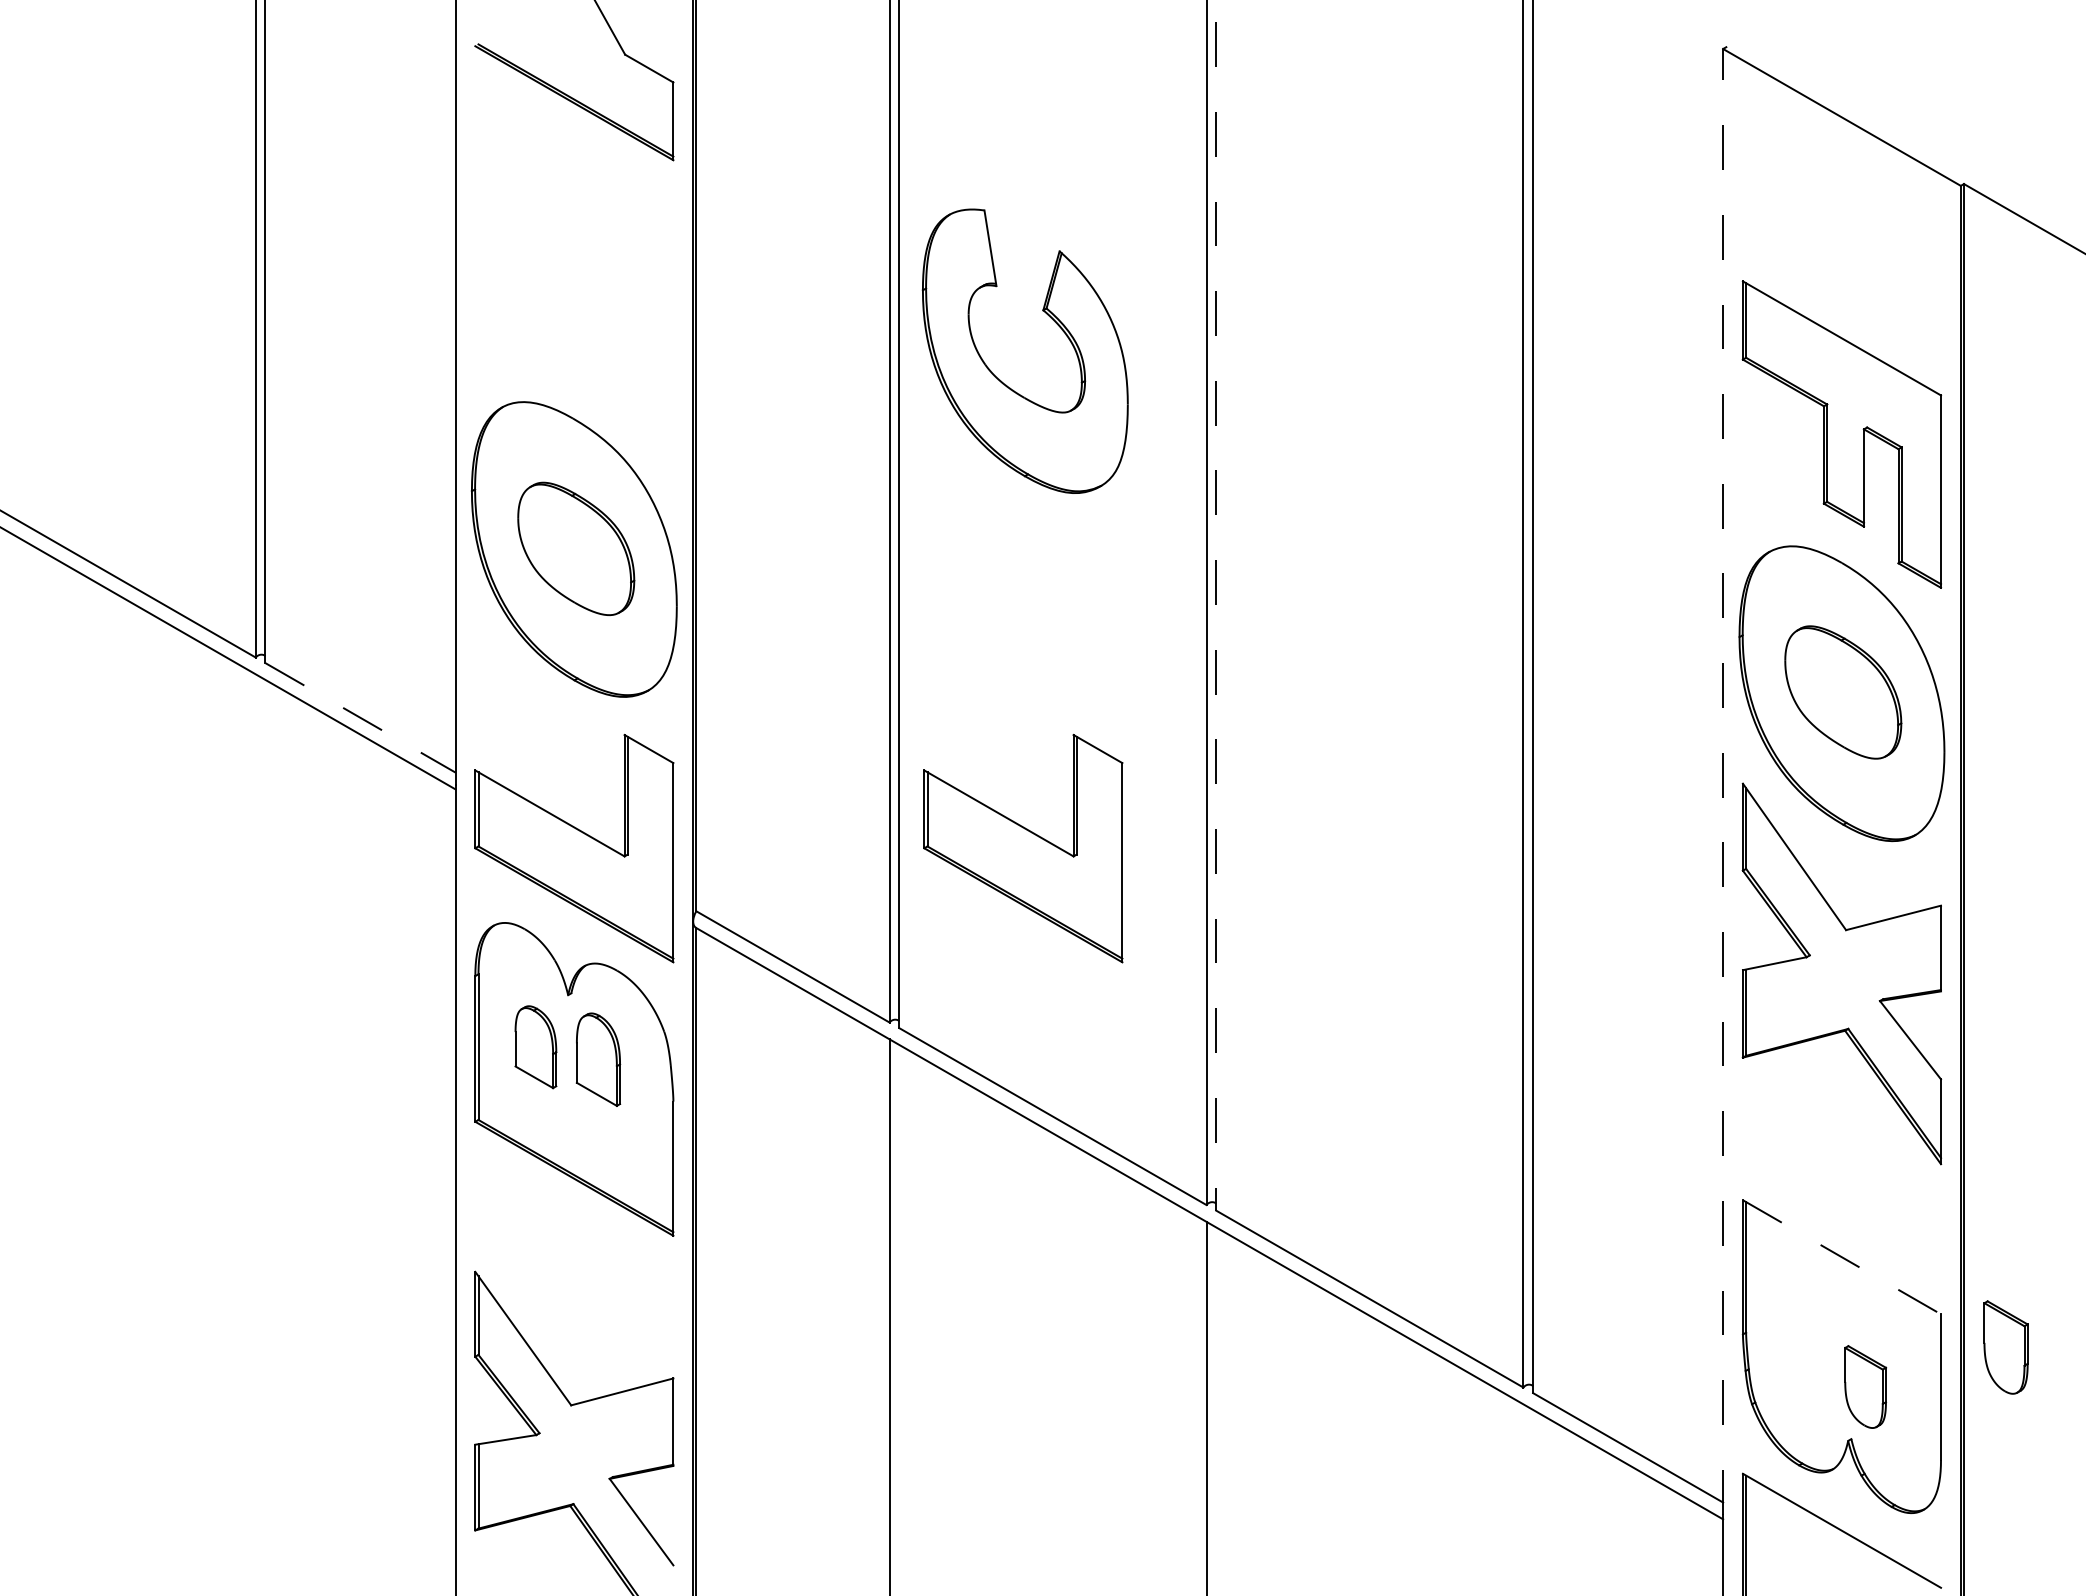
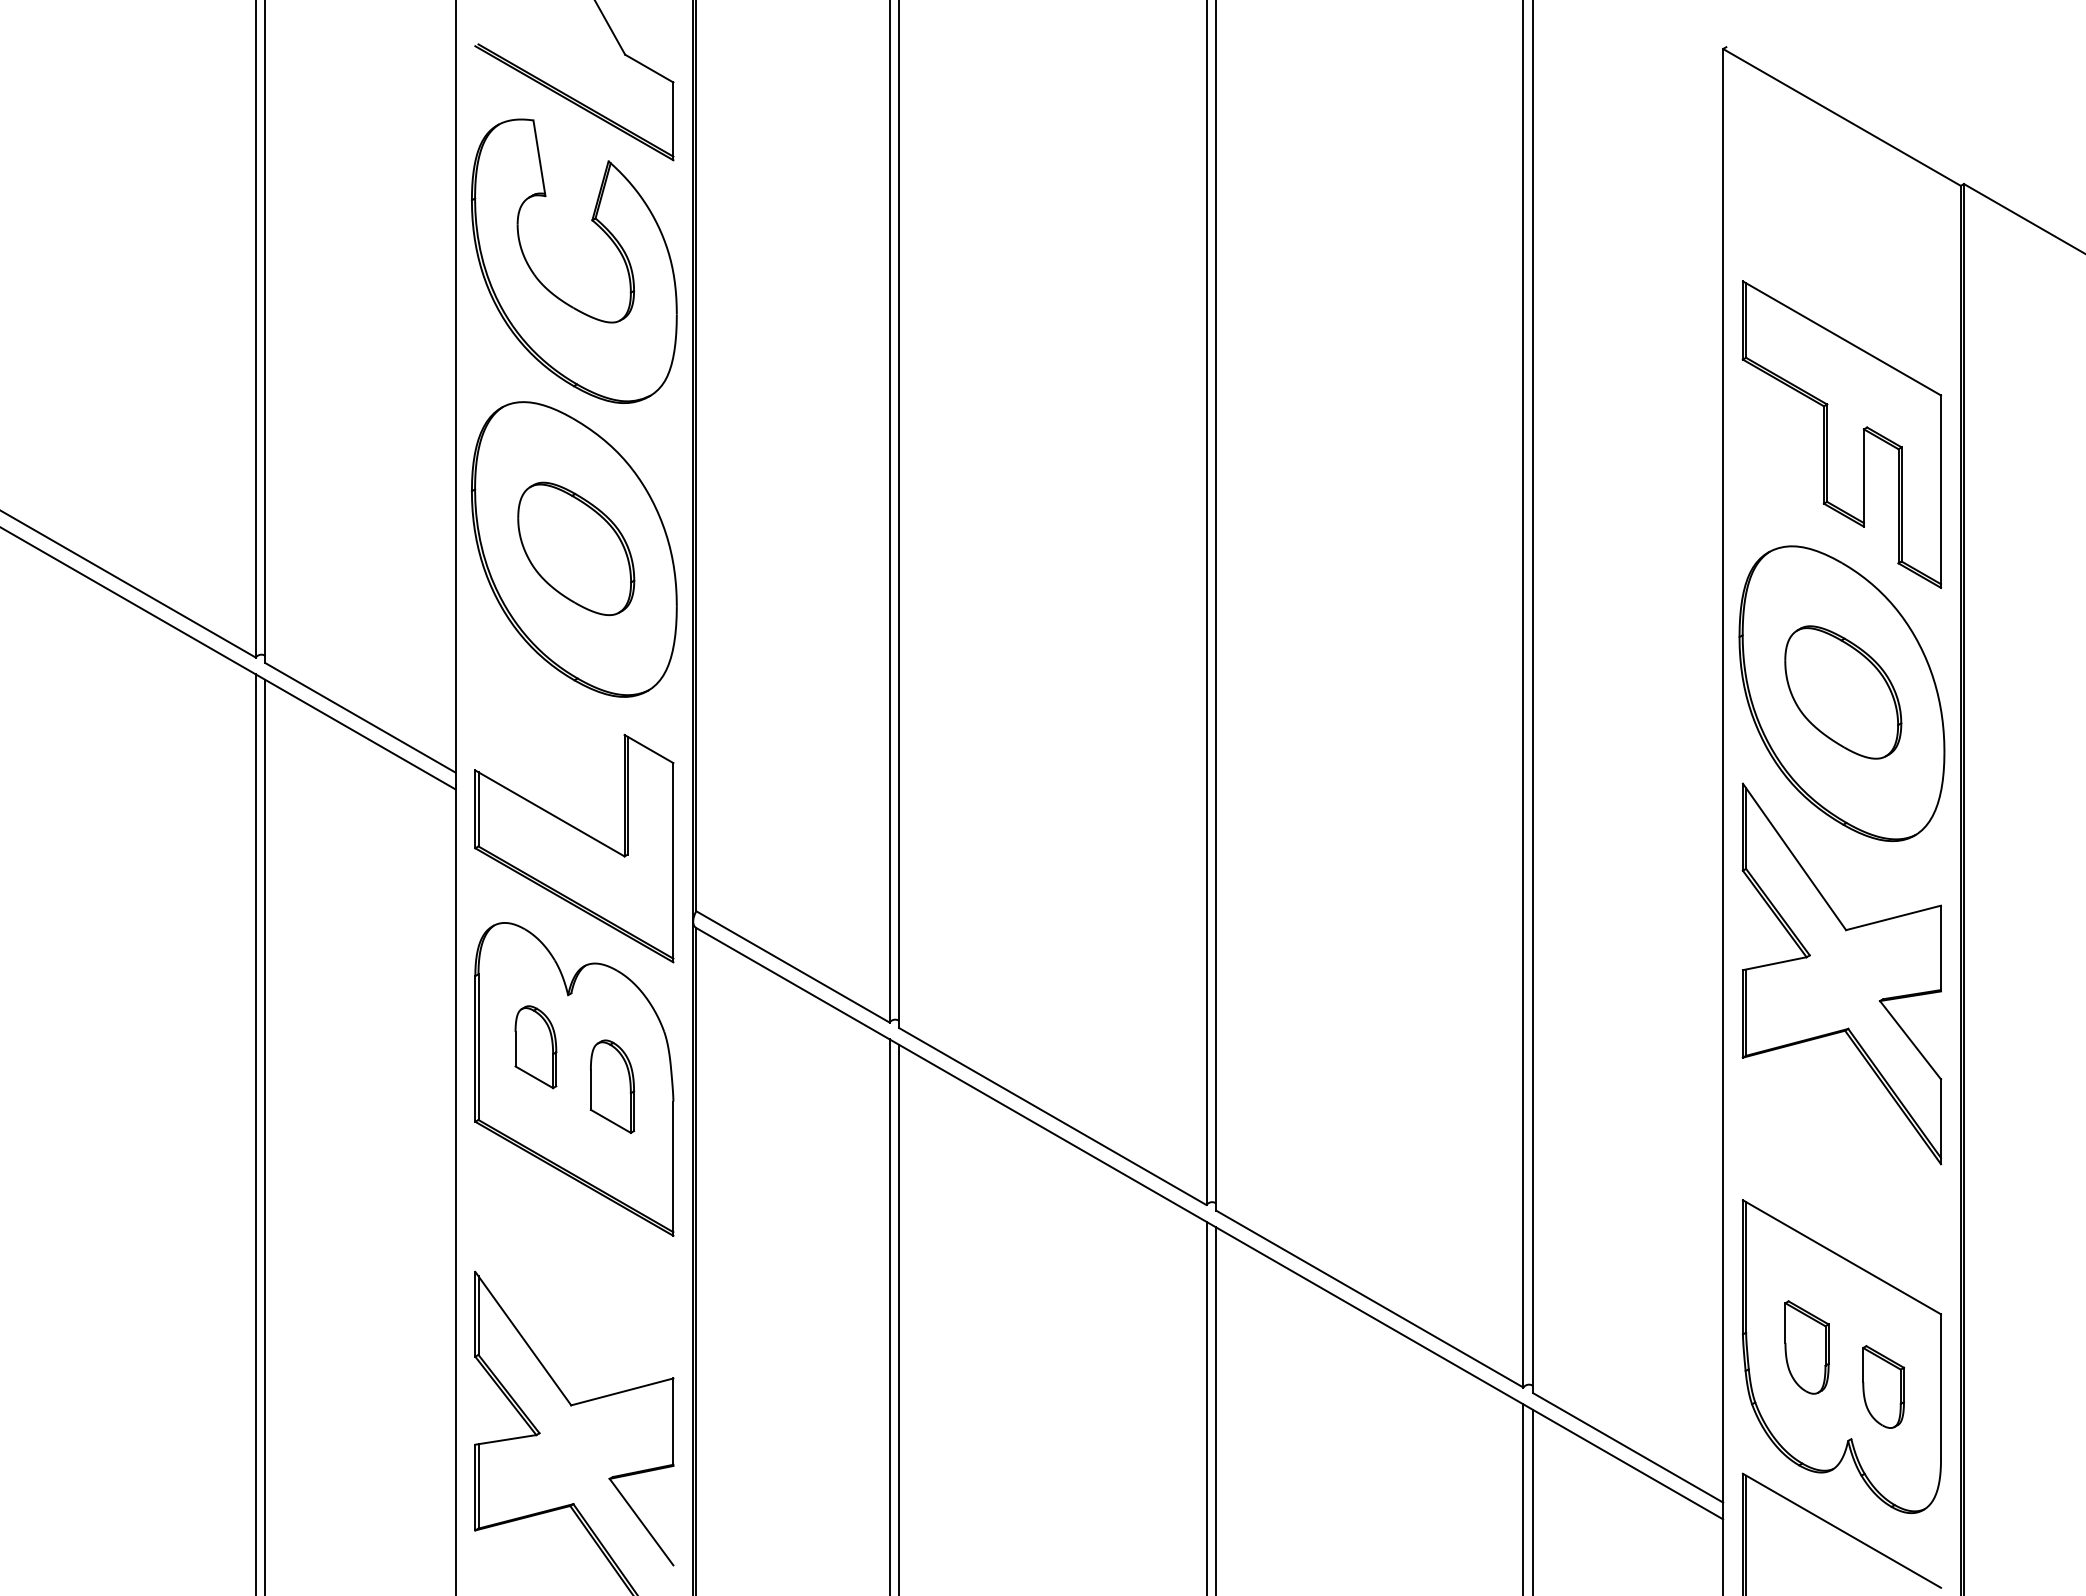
part at (1000, 379) position: (1000, 379) -> (549, 289)
line at (1216, 605): dashed -> solid
line at (360, 717): dashed -> solid
line at (1723, 781): dashed -> solid
part at (1023, 848): present -> none
part at (598, 1059) position: (598, 1059) -> (612, 1086)
line at (255, 1133): none -> present
line at (265, 1135): none -> present
line at (1842, 1257): dashed -> solid
line at (899, 1318): none -> present
part at (2005, 1347) position: (2005, 1347) -> (1806, 1347)
part at (1865, 1386) position: (1865, 1386) -> (1883, 1386)
line at (1216, 1409): none -> present
line at (1523, 1498): none -> present
line at (1533, 1500): none -> present
